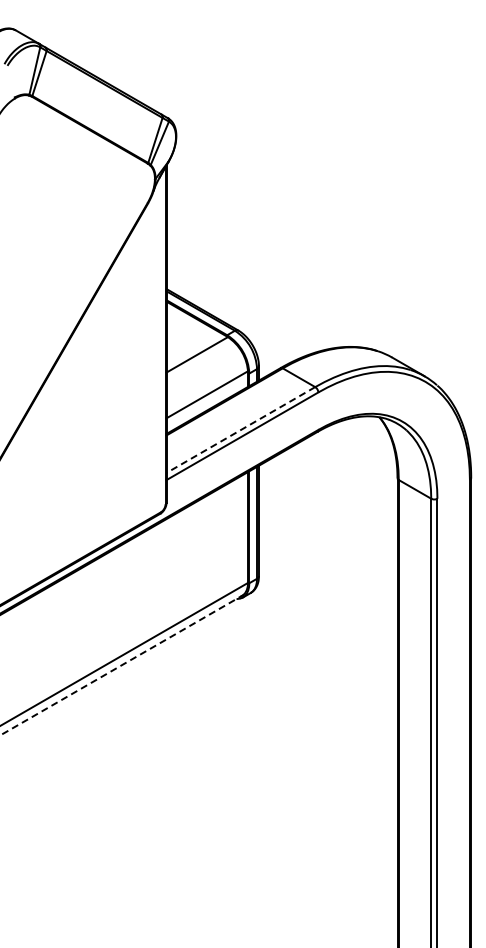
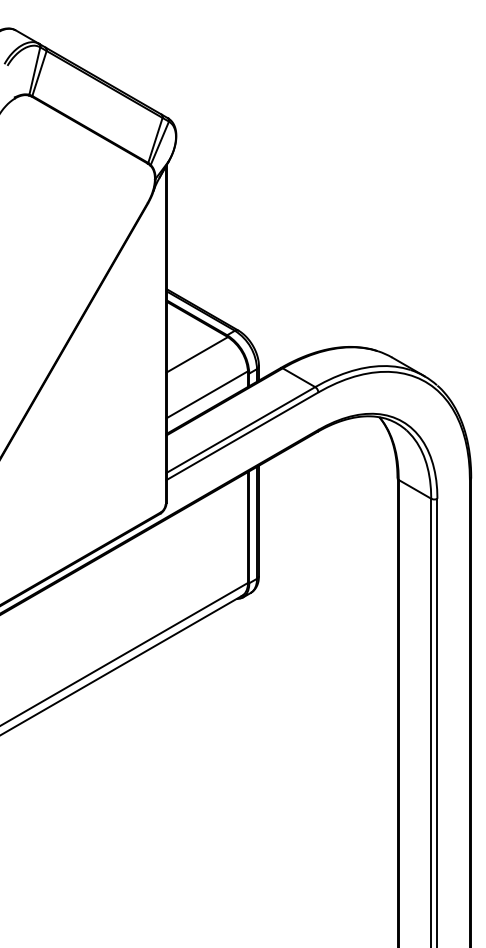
line at (240, 430): dashed -> solid
line at (122, 665): dashed -> solid
